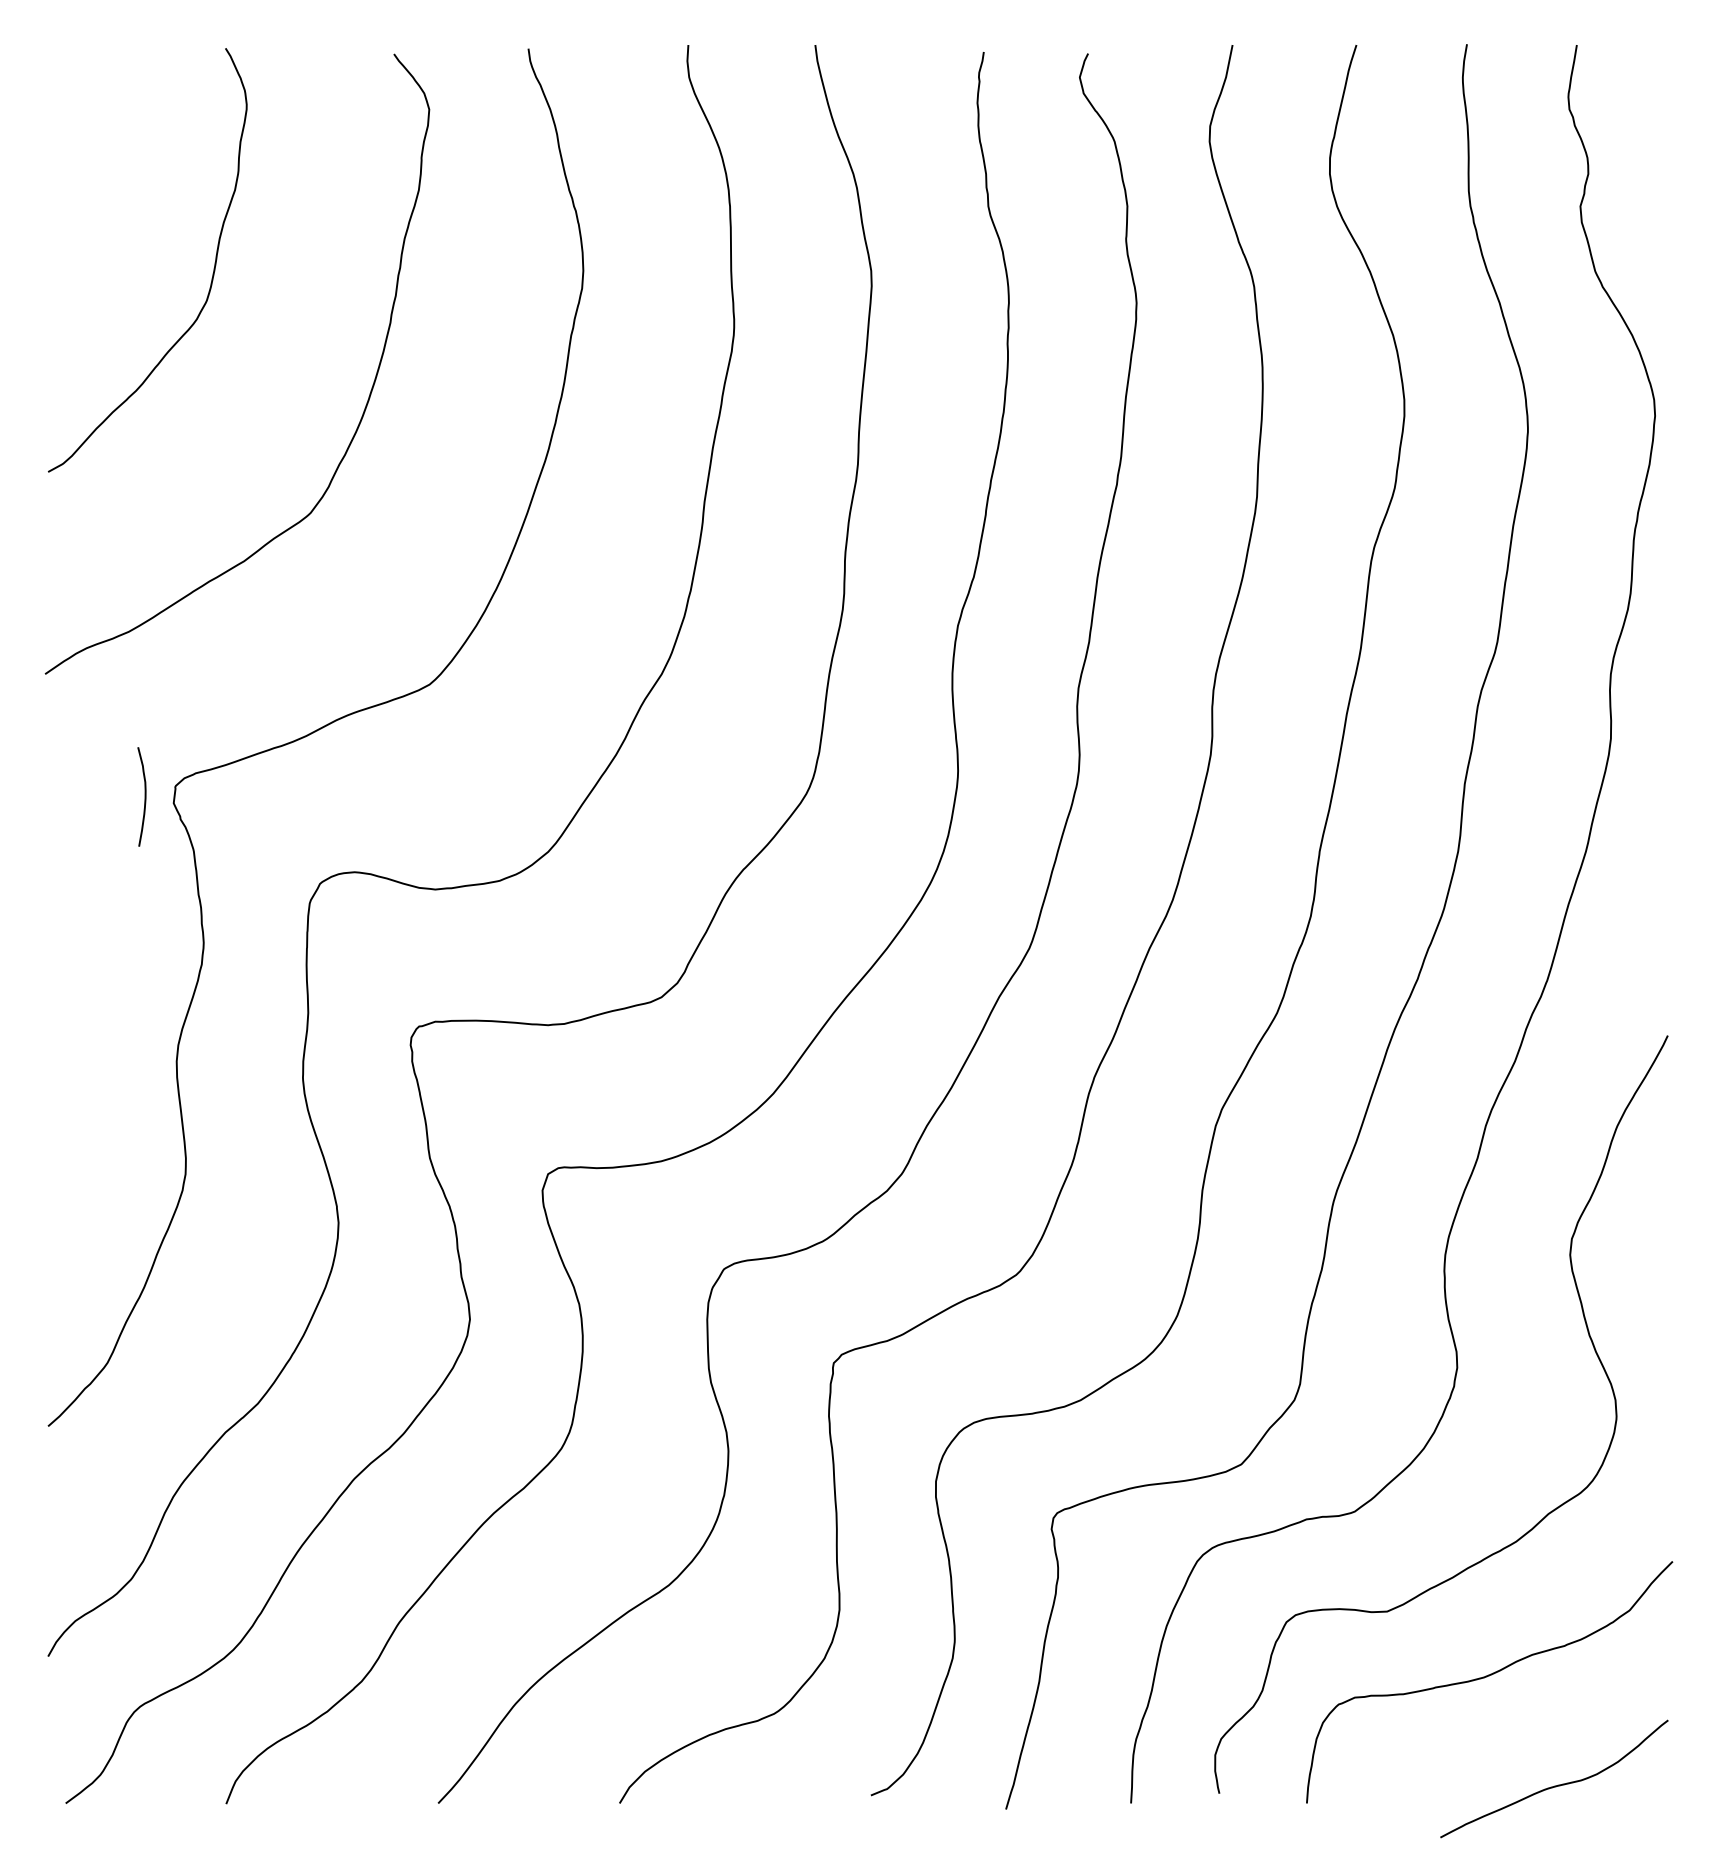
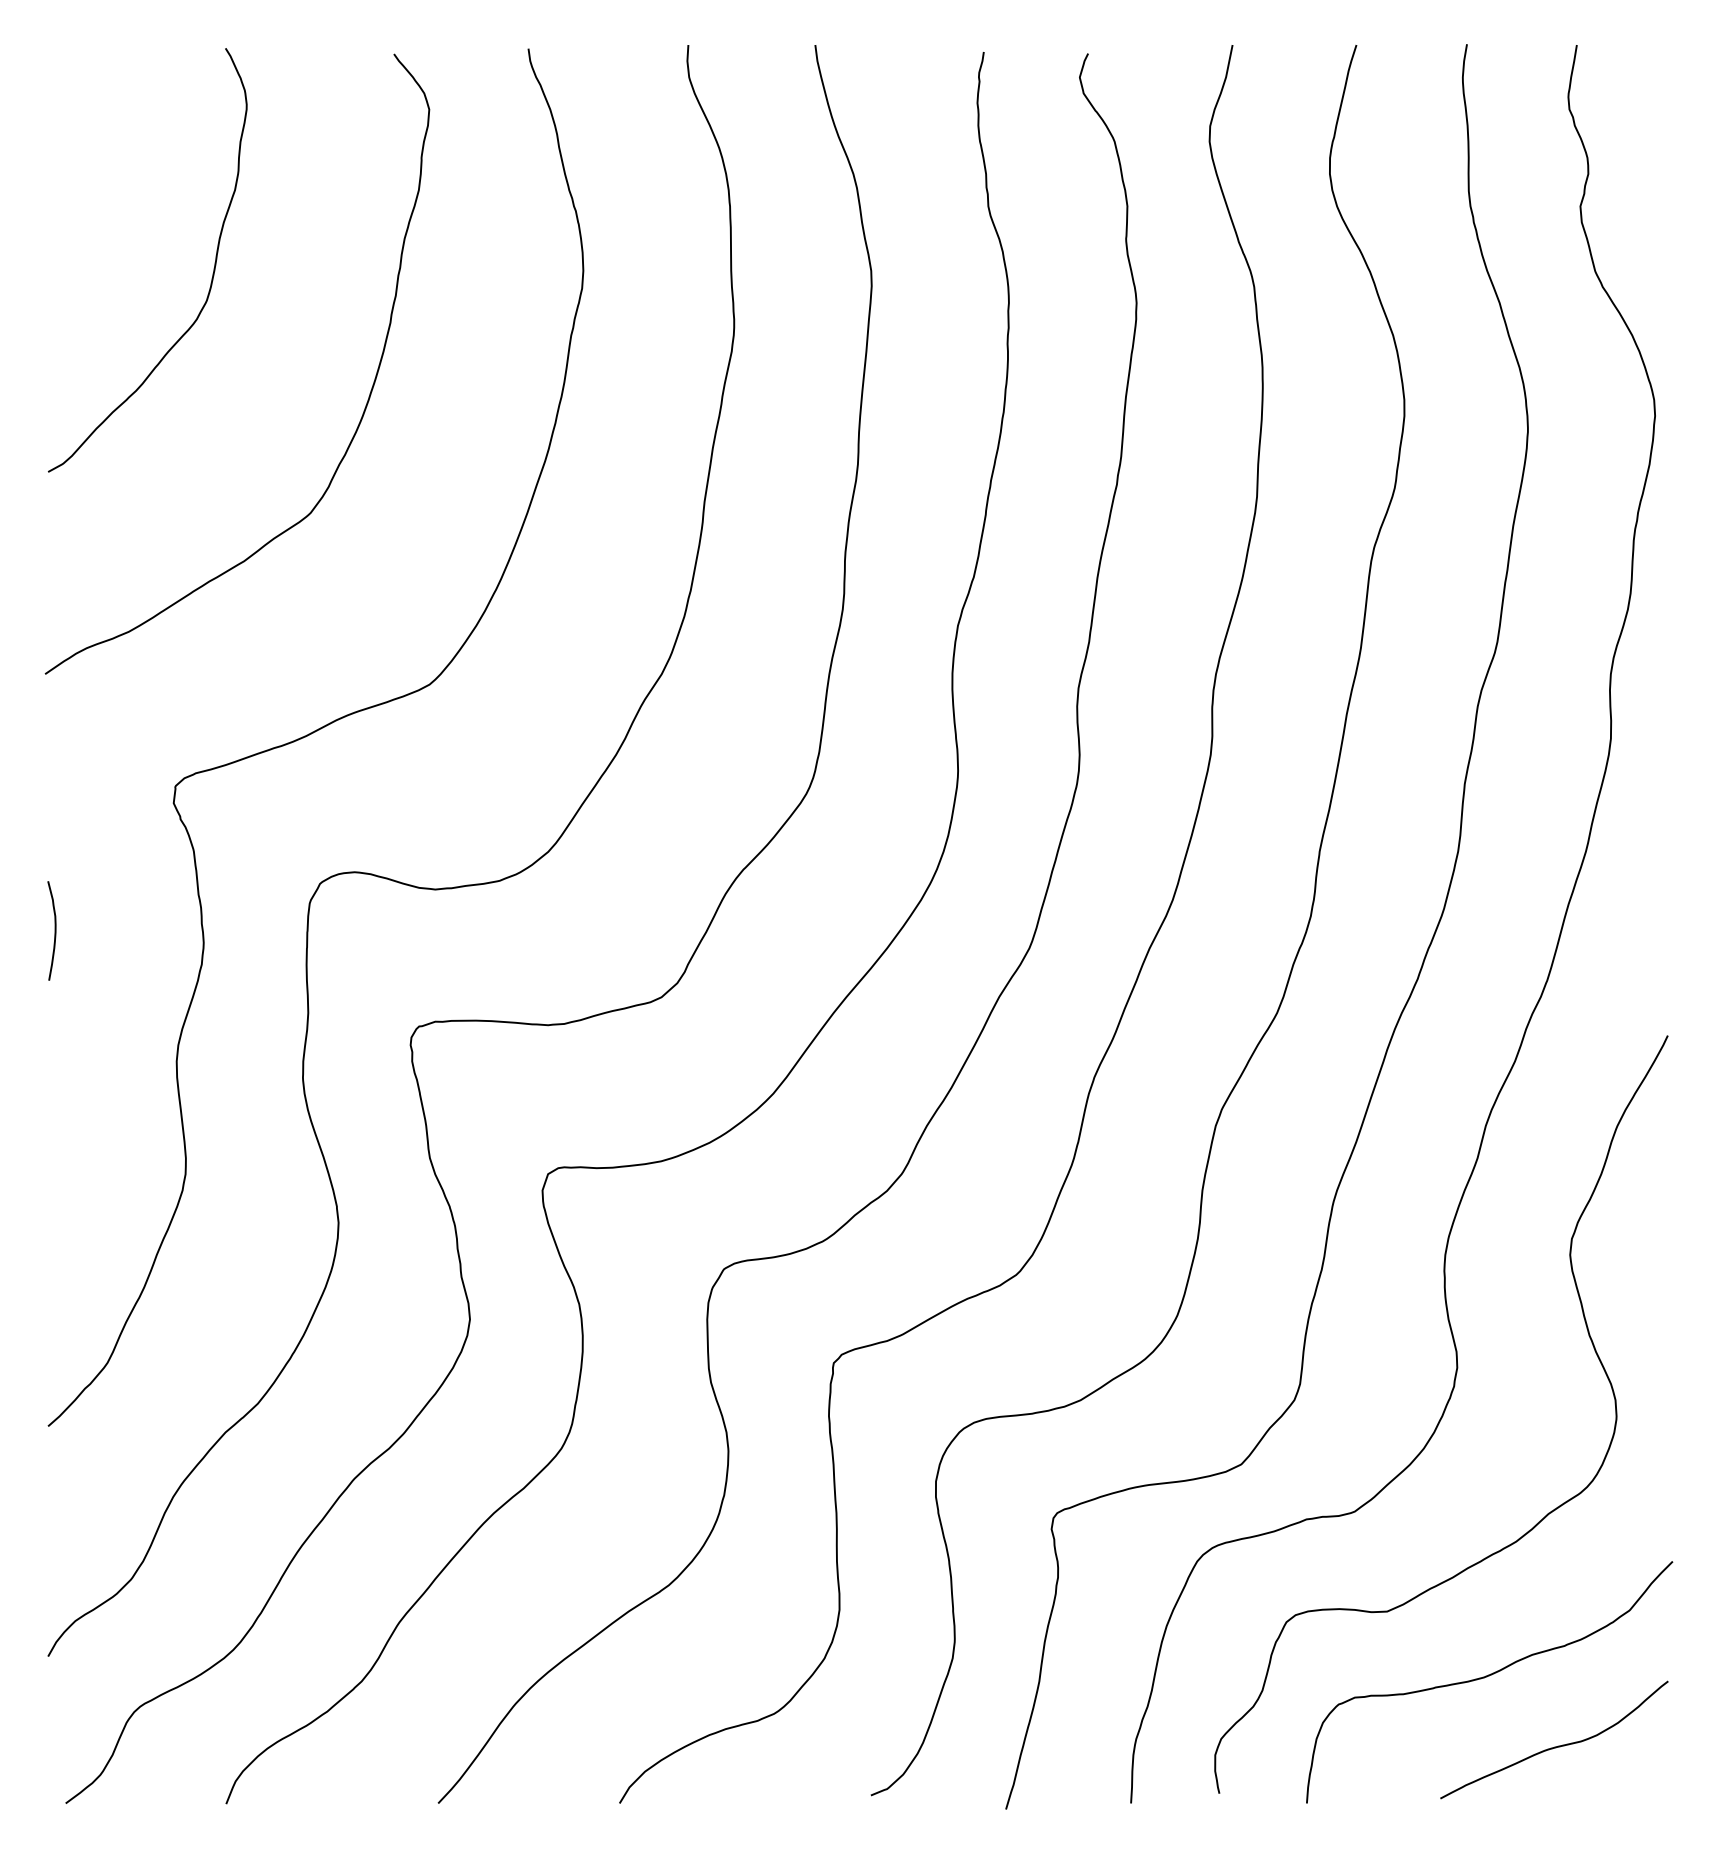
curve at (144, 796) position: (144, 796) -> (54, 930)
curve at (1554, 1785) position: (1554, 1785) -> (1554, 1746)
